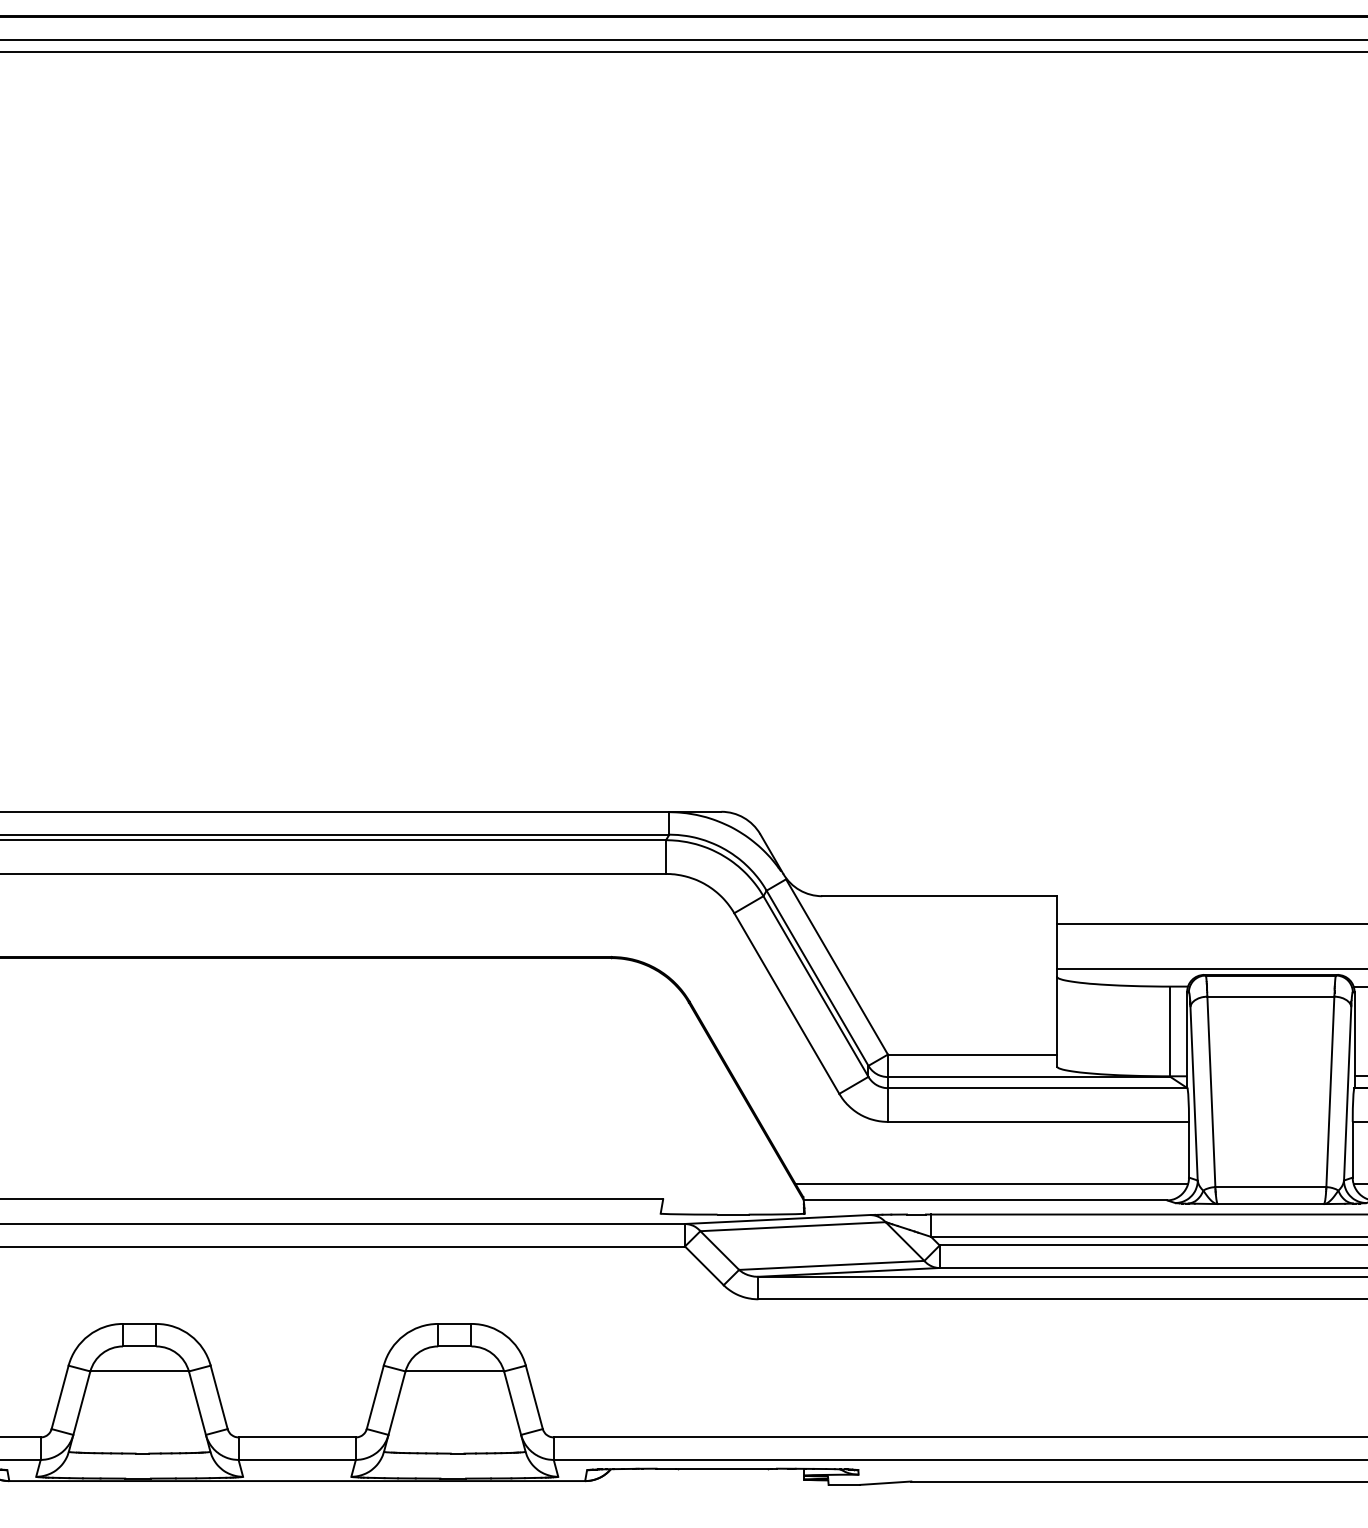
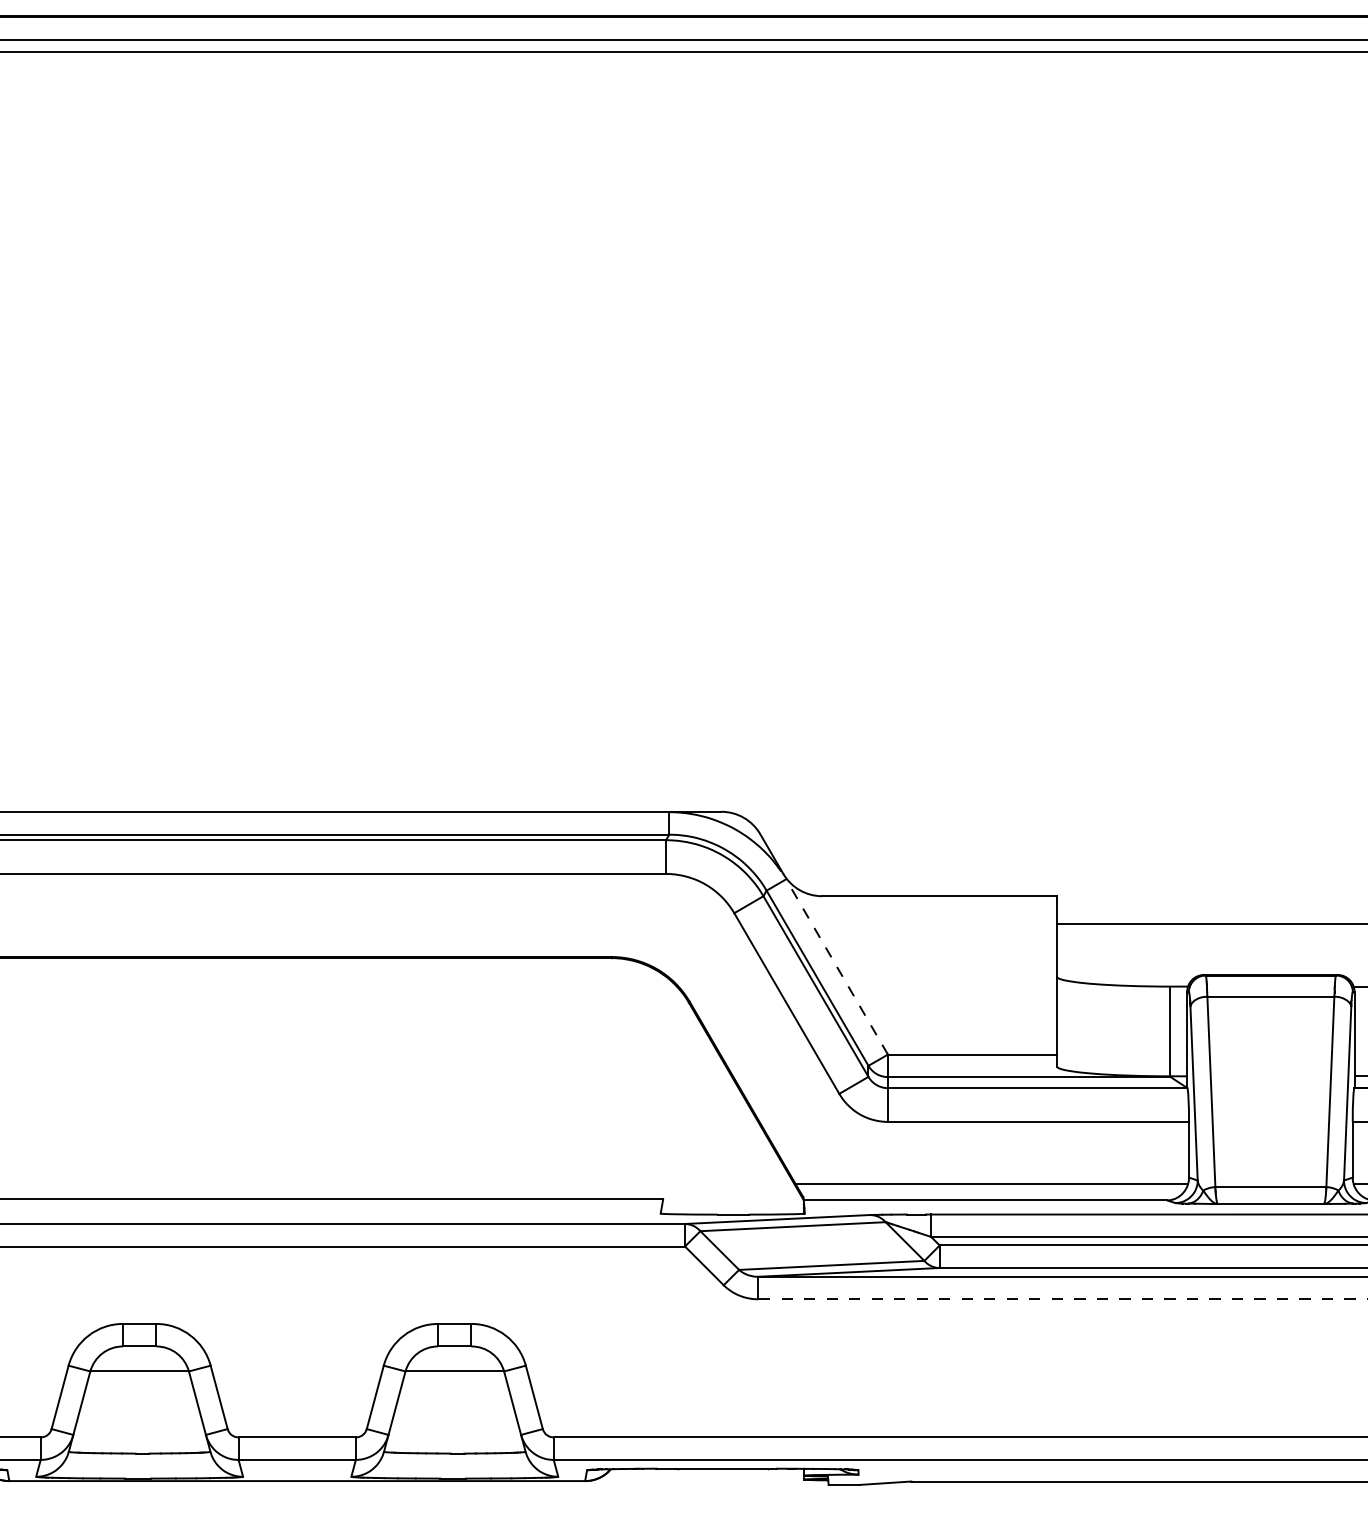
line at (836, 966): solid -> dashed
line at (1210, 968): present -> none
line at (1062, 1299): solid -> dashed
